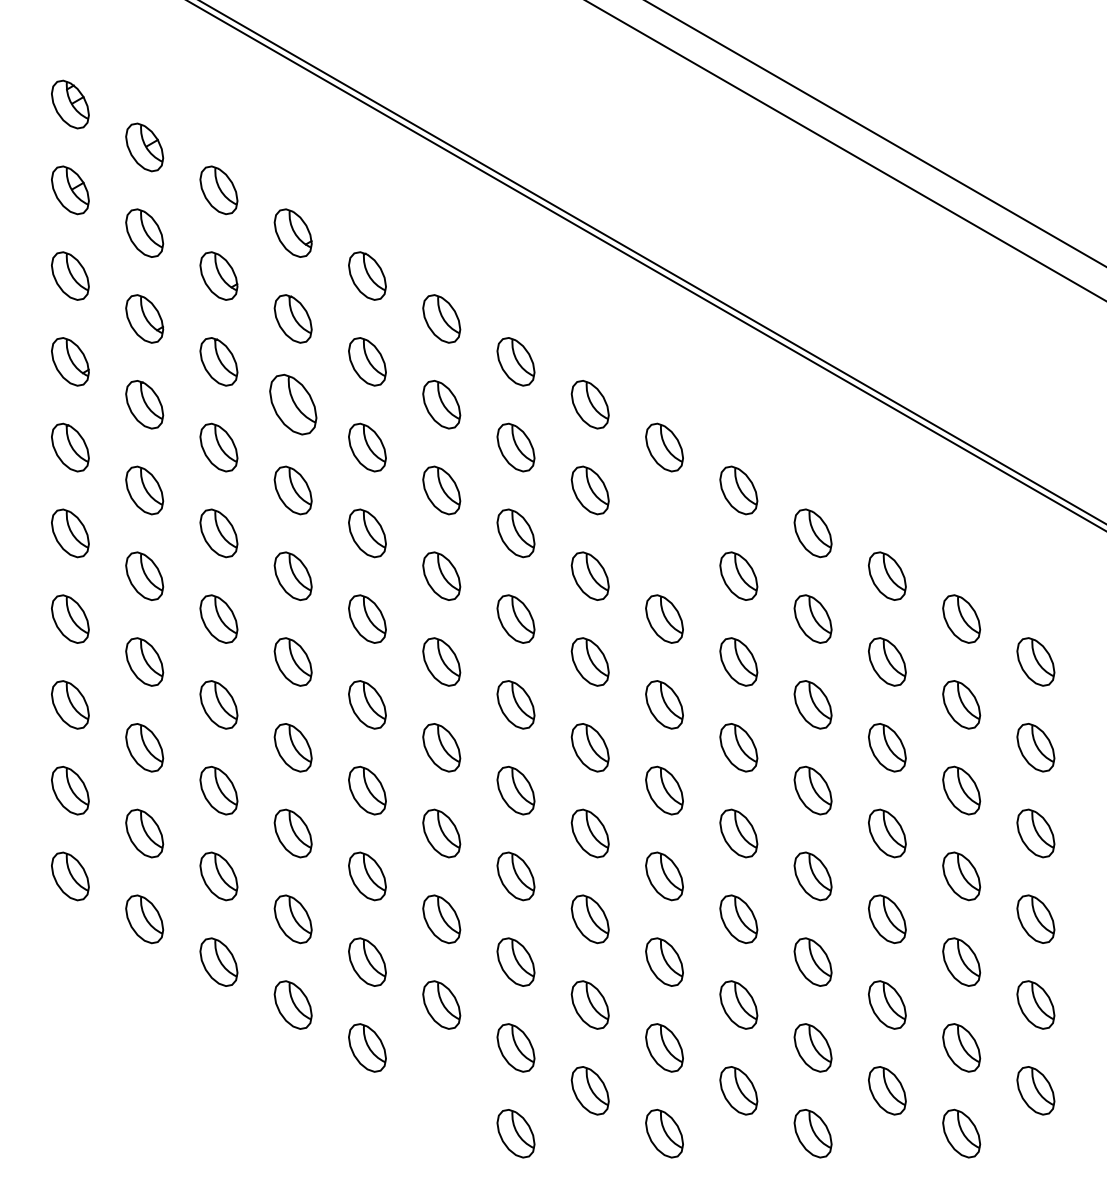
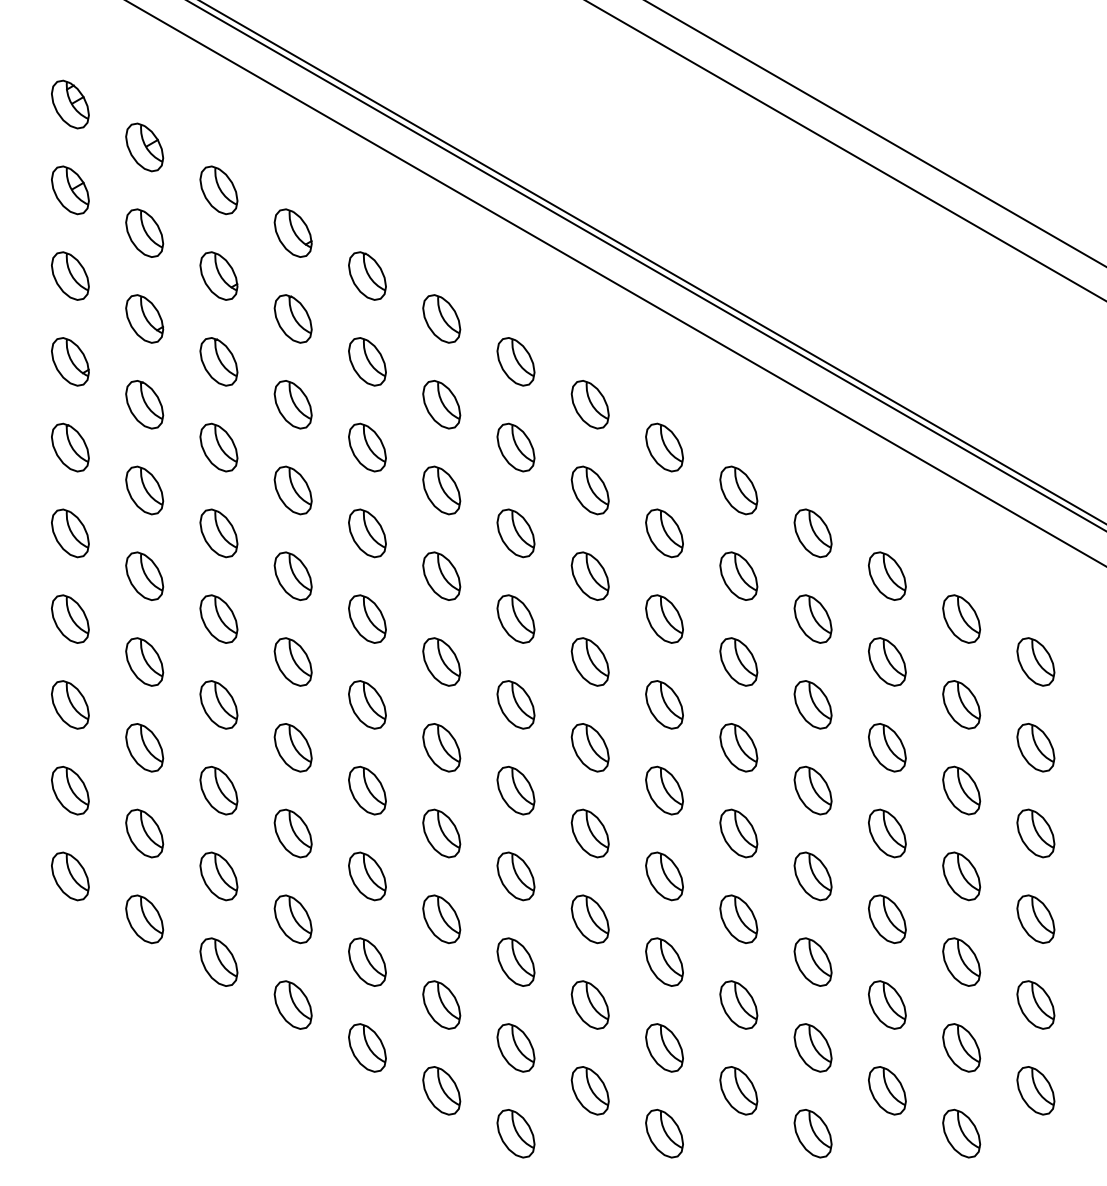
line at (615, 283): none -> present
part at (293, 404) size: 49x63 px -> 40x50 px
part at (664, 533): none -> present
part at (441, 1090): none -> present
